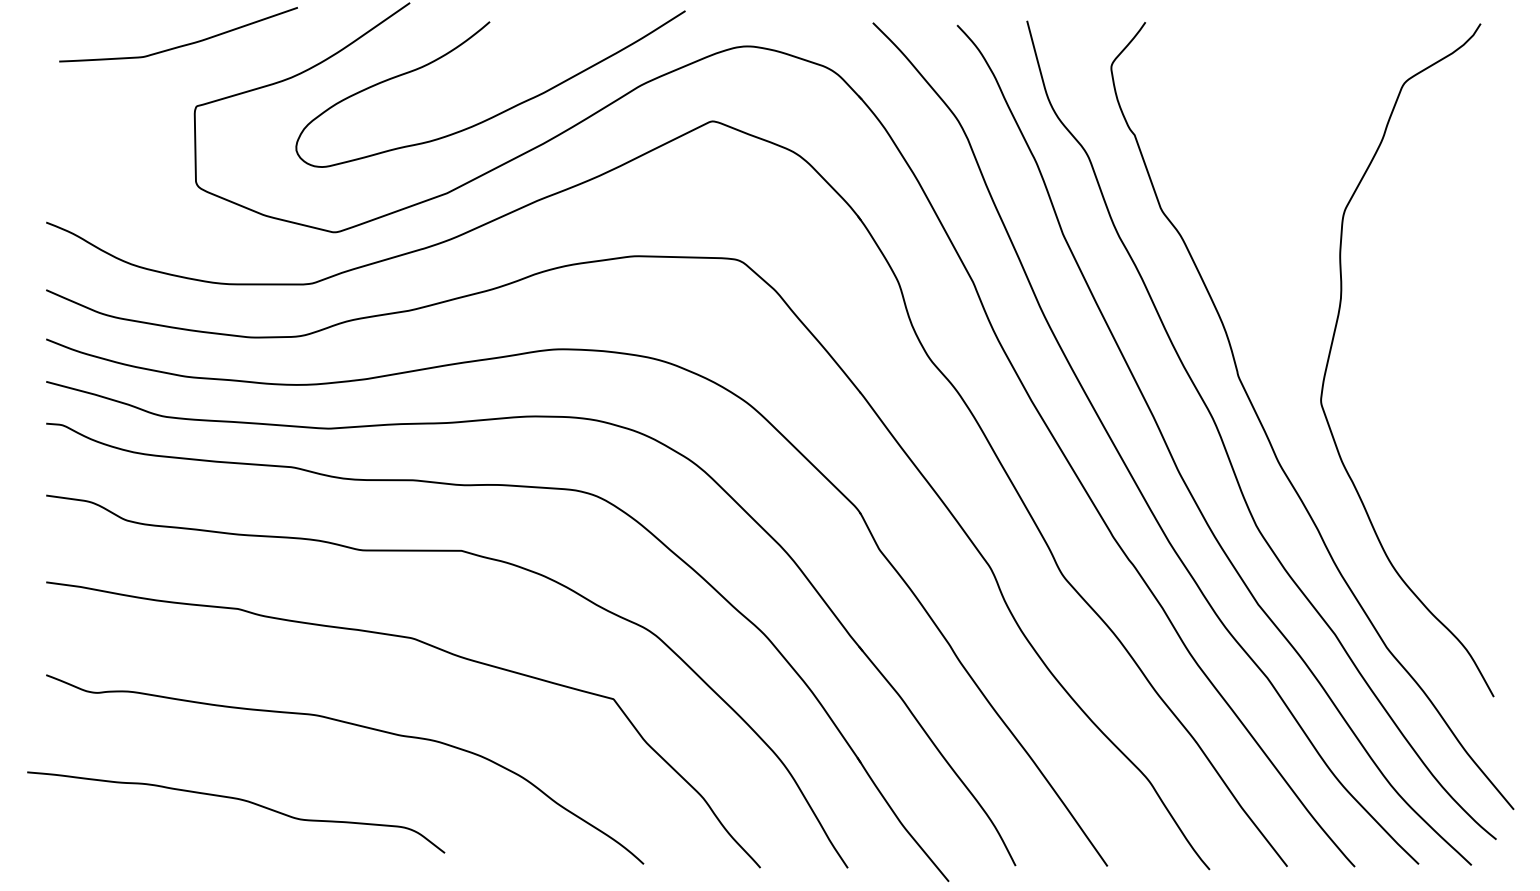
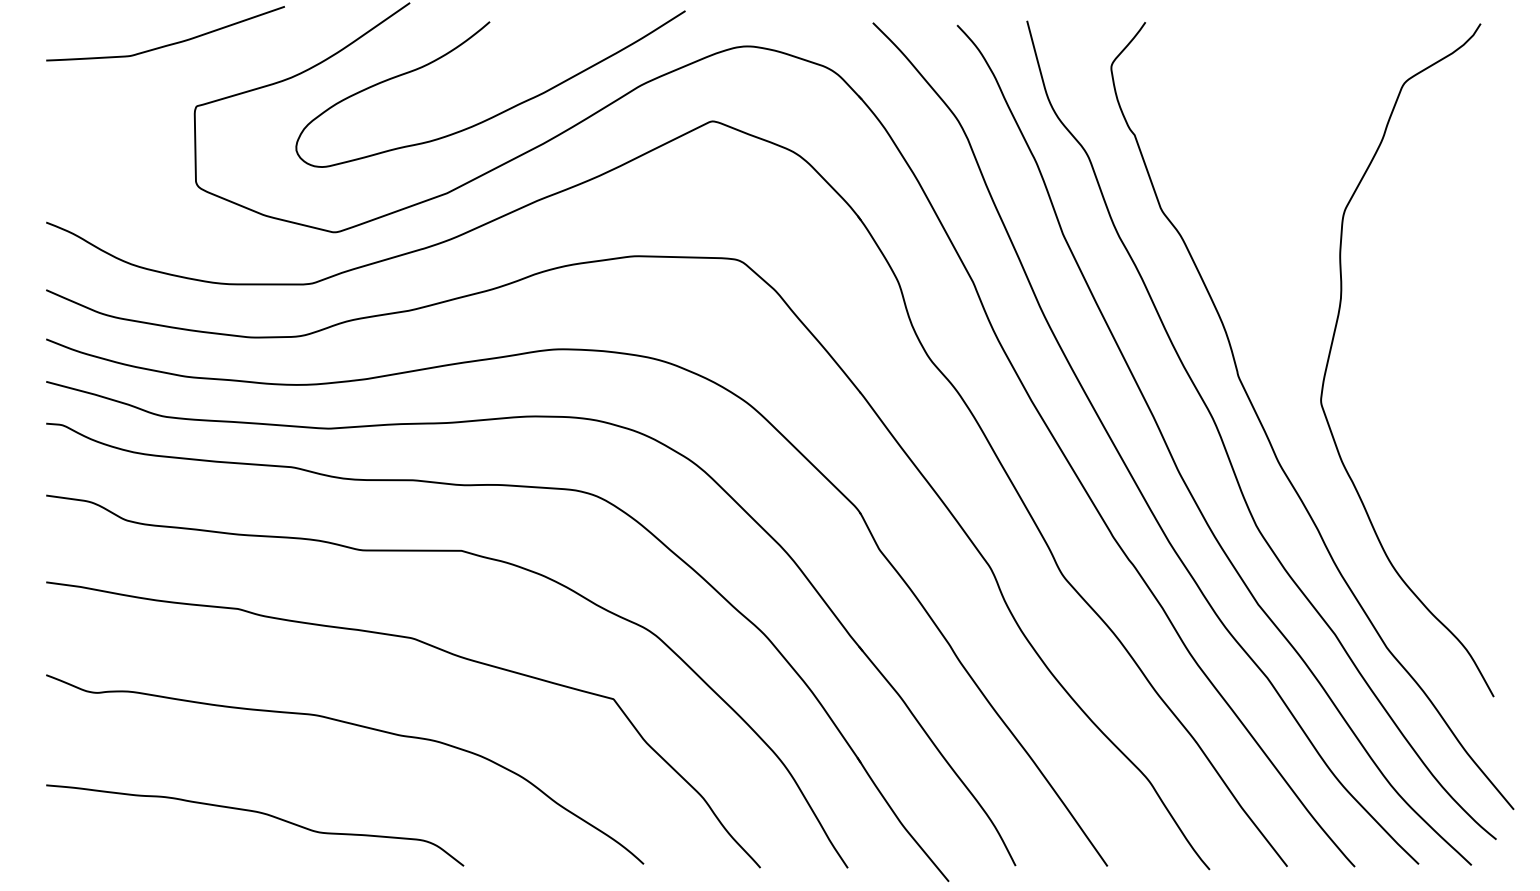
curve at (179, 45) position: (179, 45) -> (166, 44)
curve at (239, 800) position: (239, 800) -> (258, 813)
